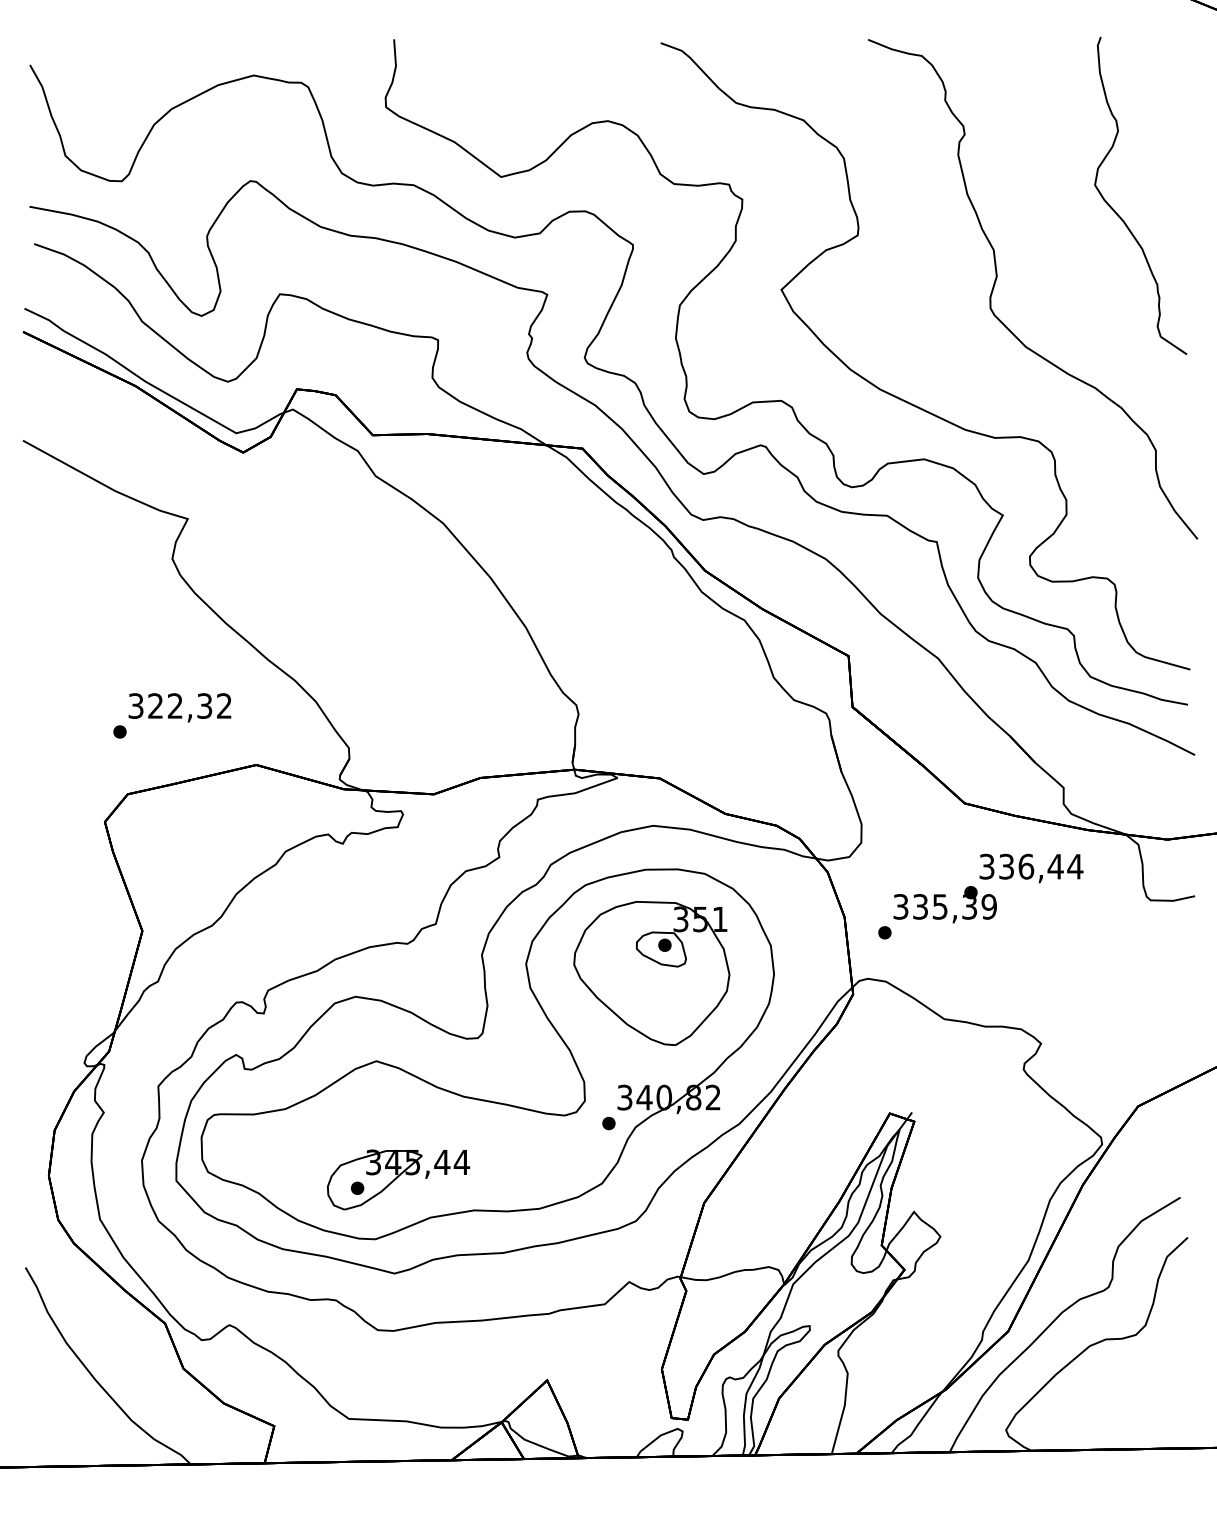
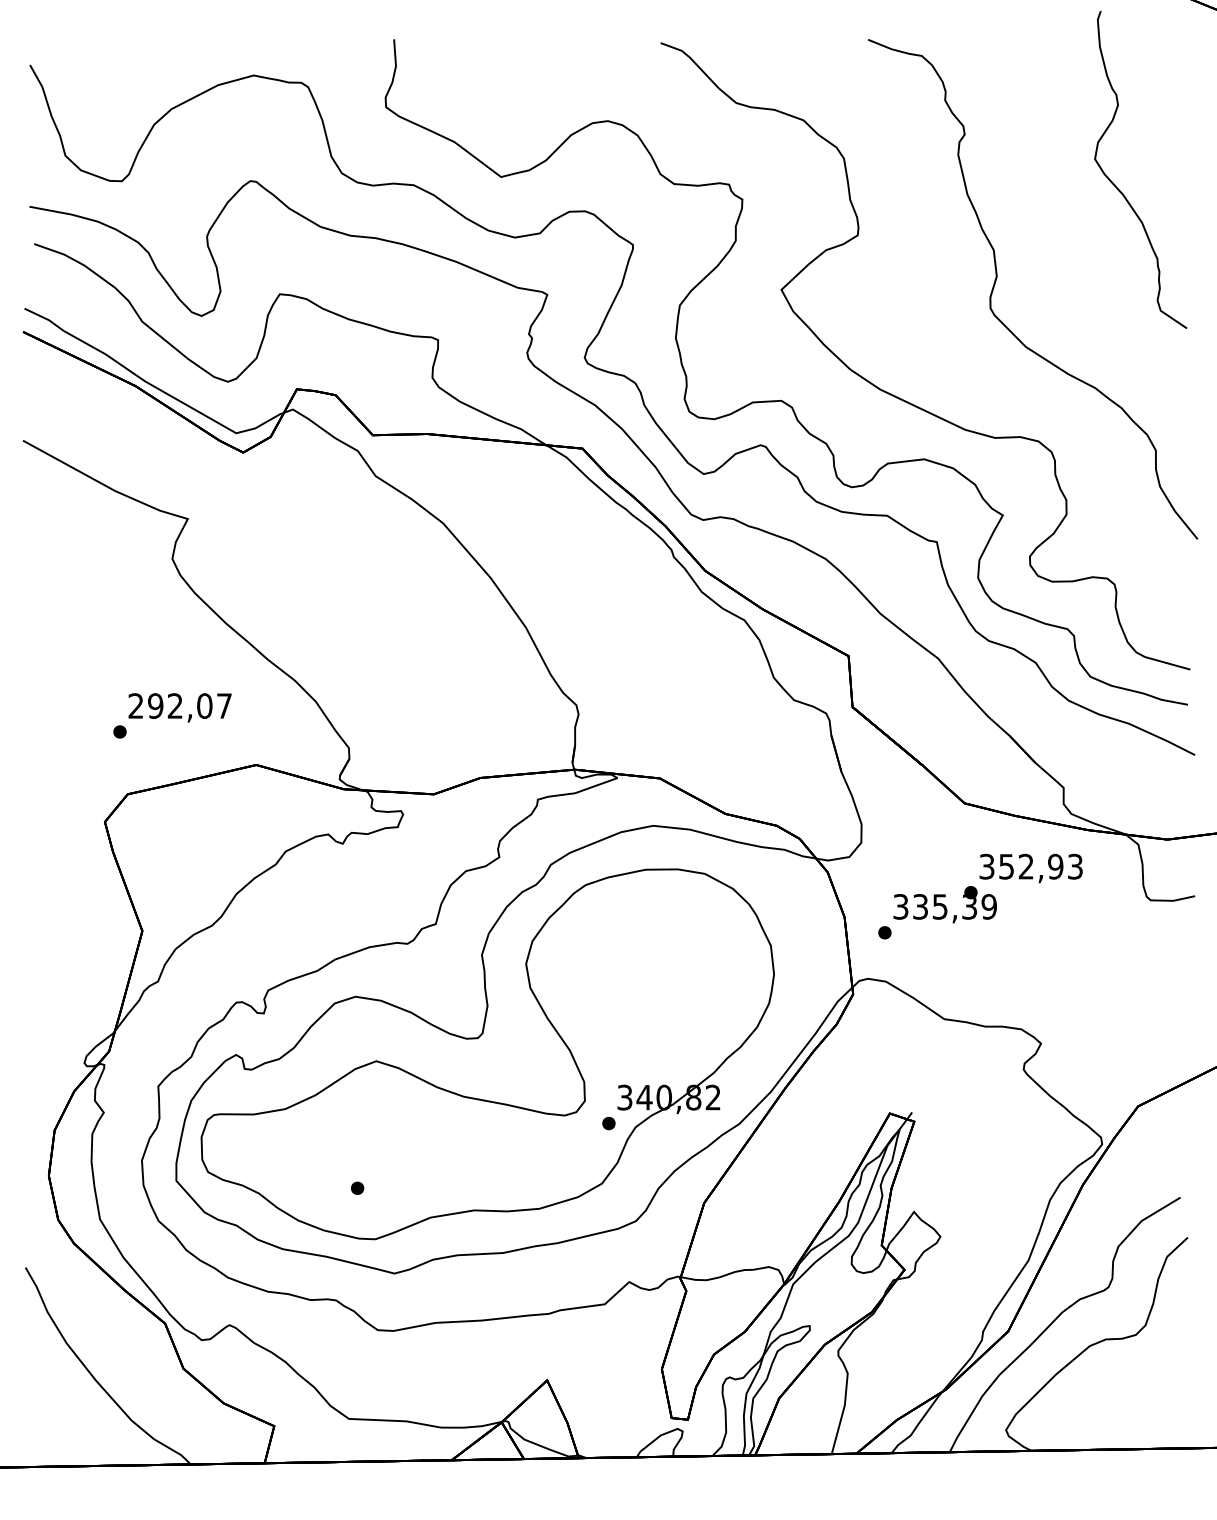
part at (1119, 215) position: (1119, 215) -> (1119, 189)
text at (179, 705): 322,32 -> 292,07
text at (1041, 866): 336,44 -> 352,93
part at (651, 973): present -> none
part at (398, 1179): present -> none
